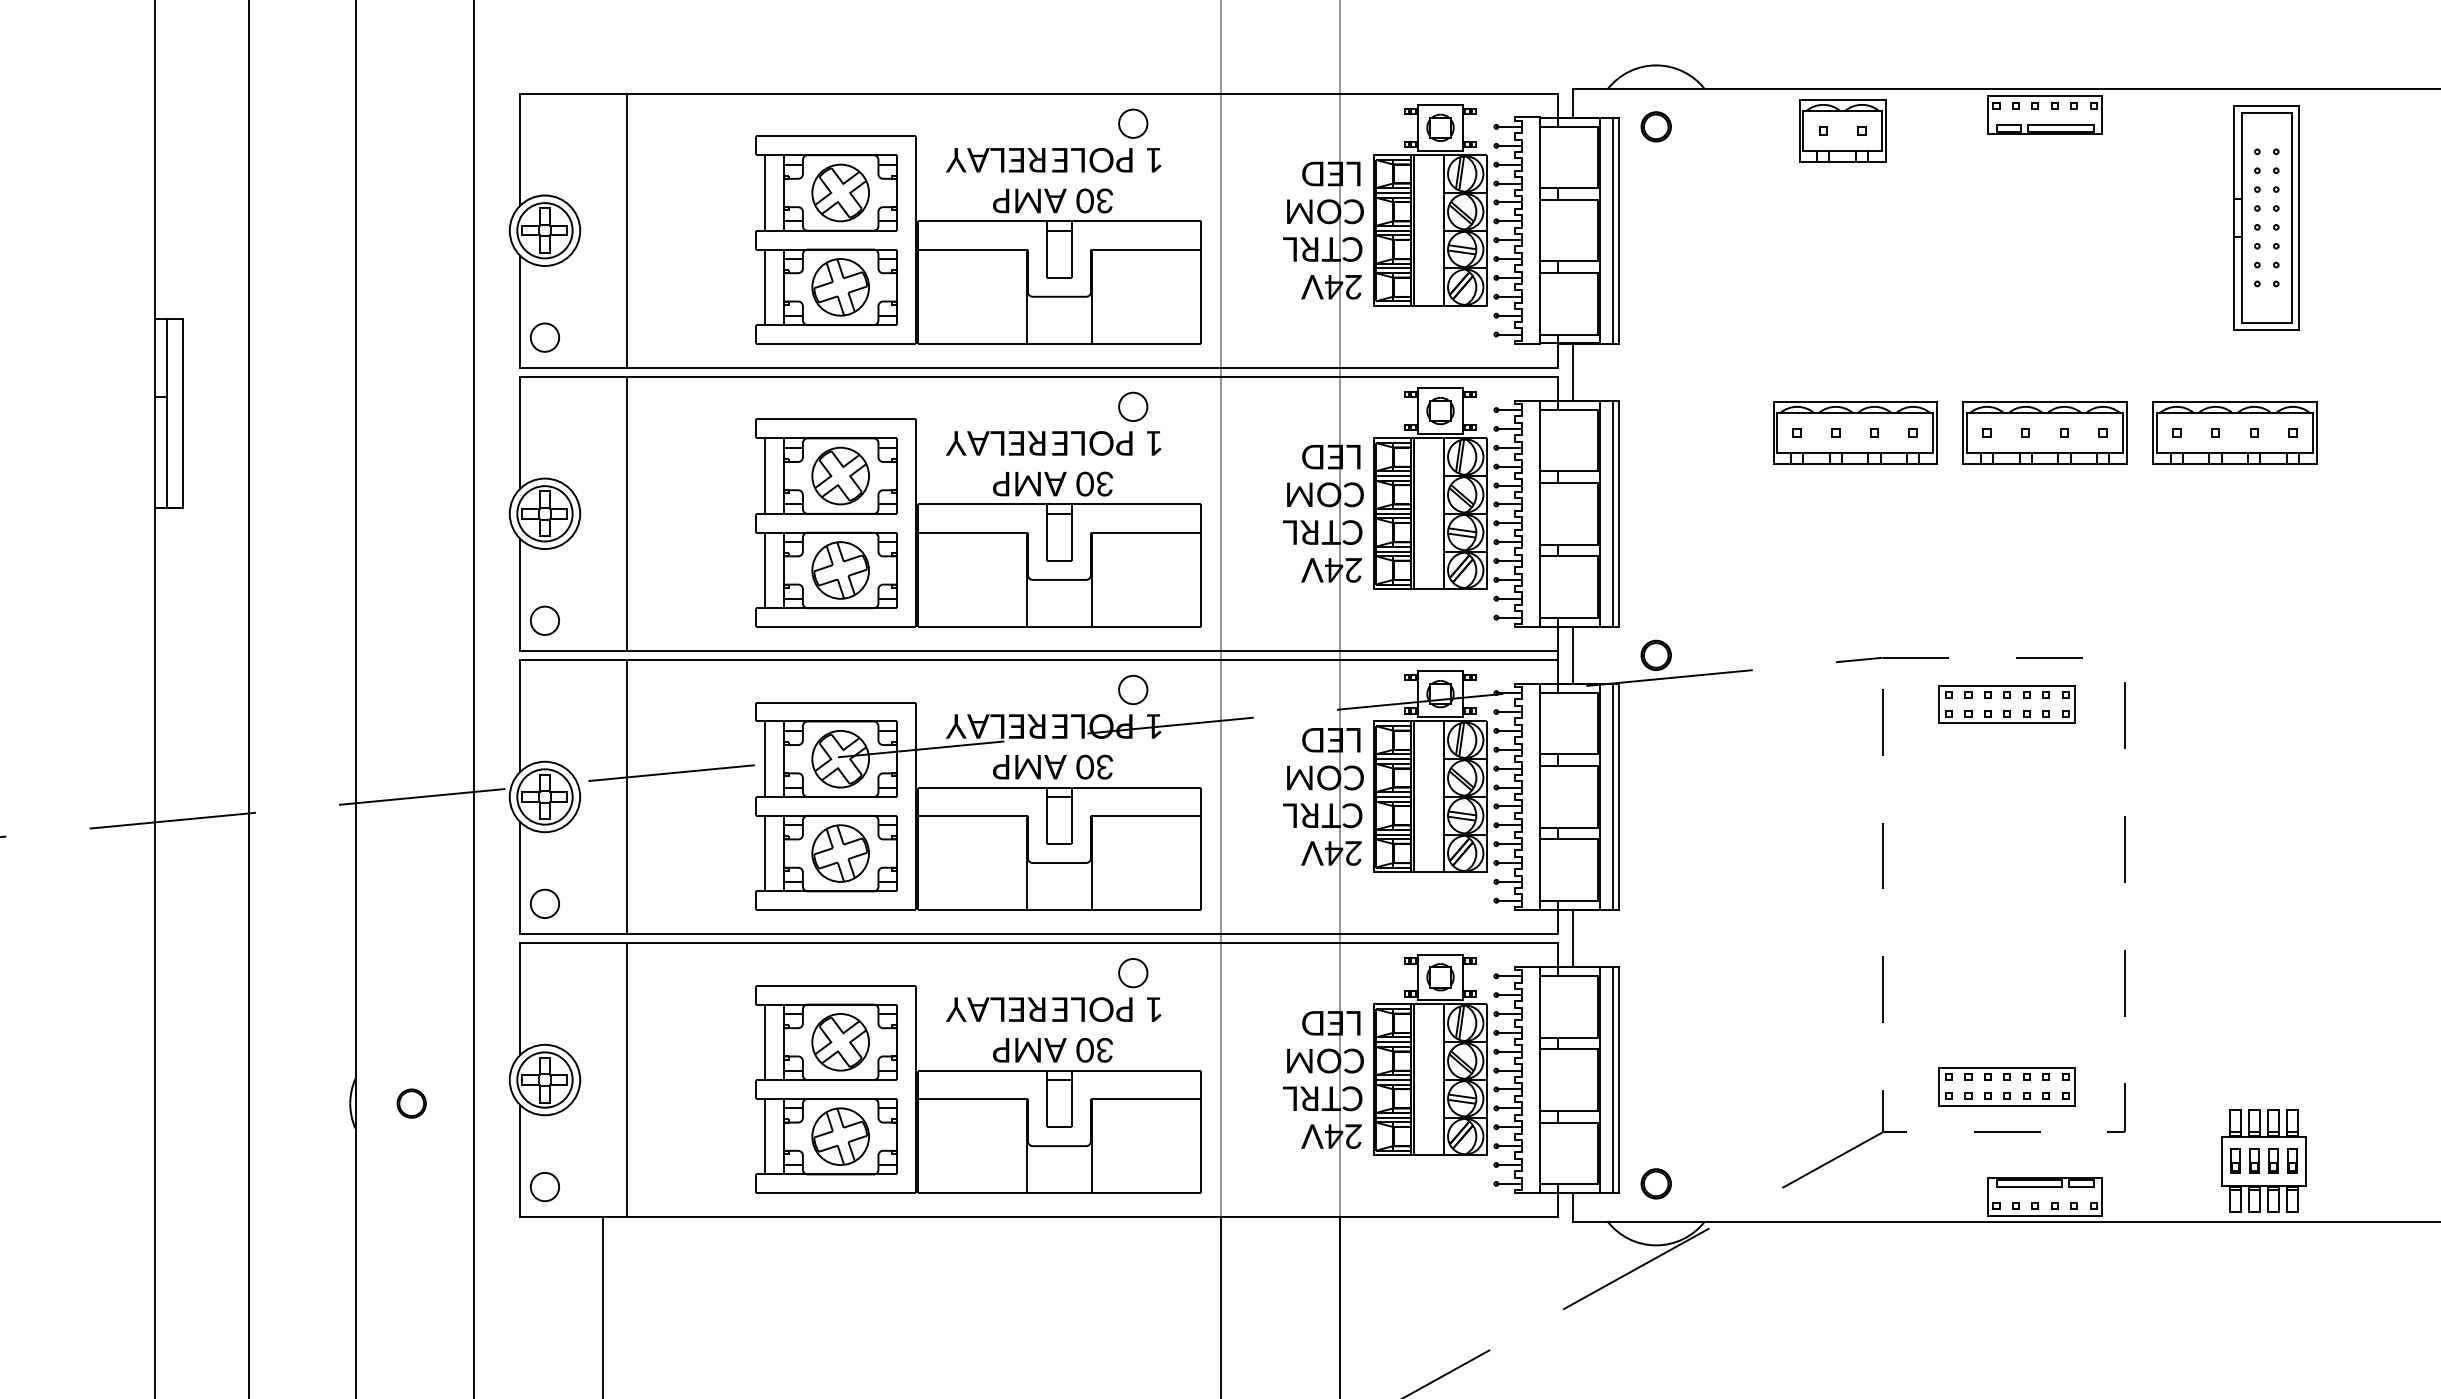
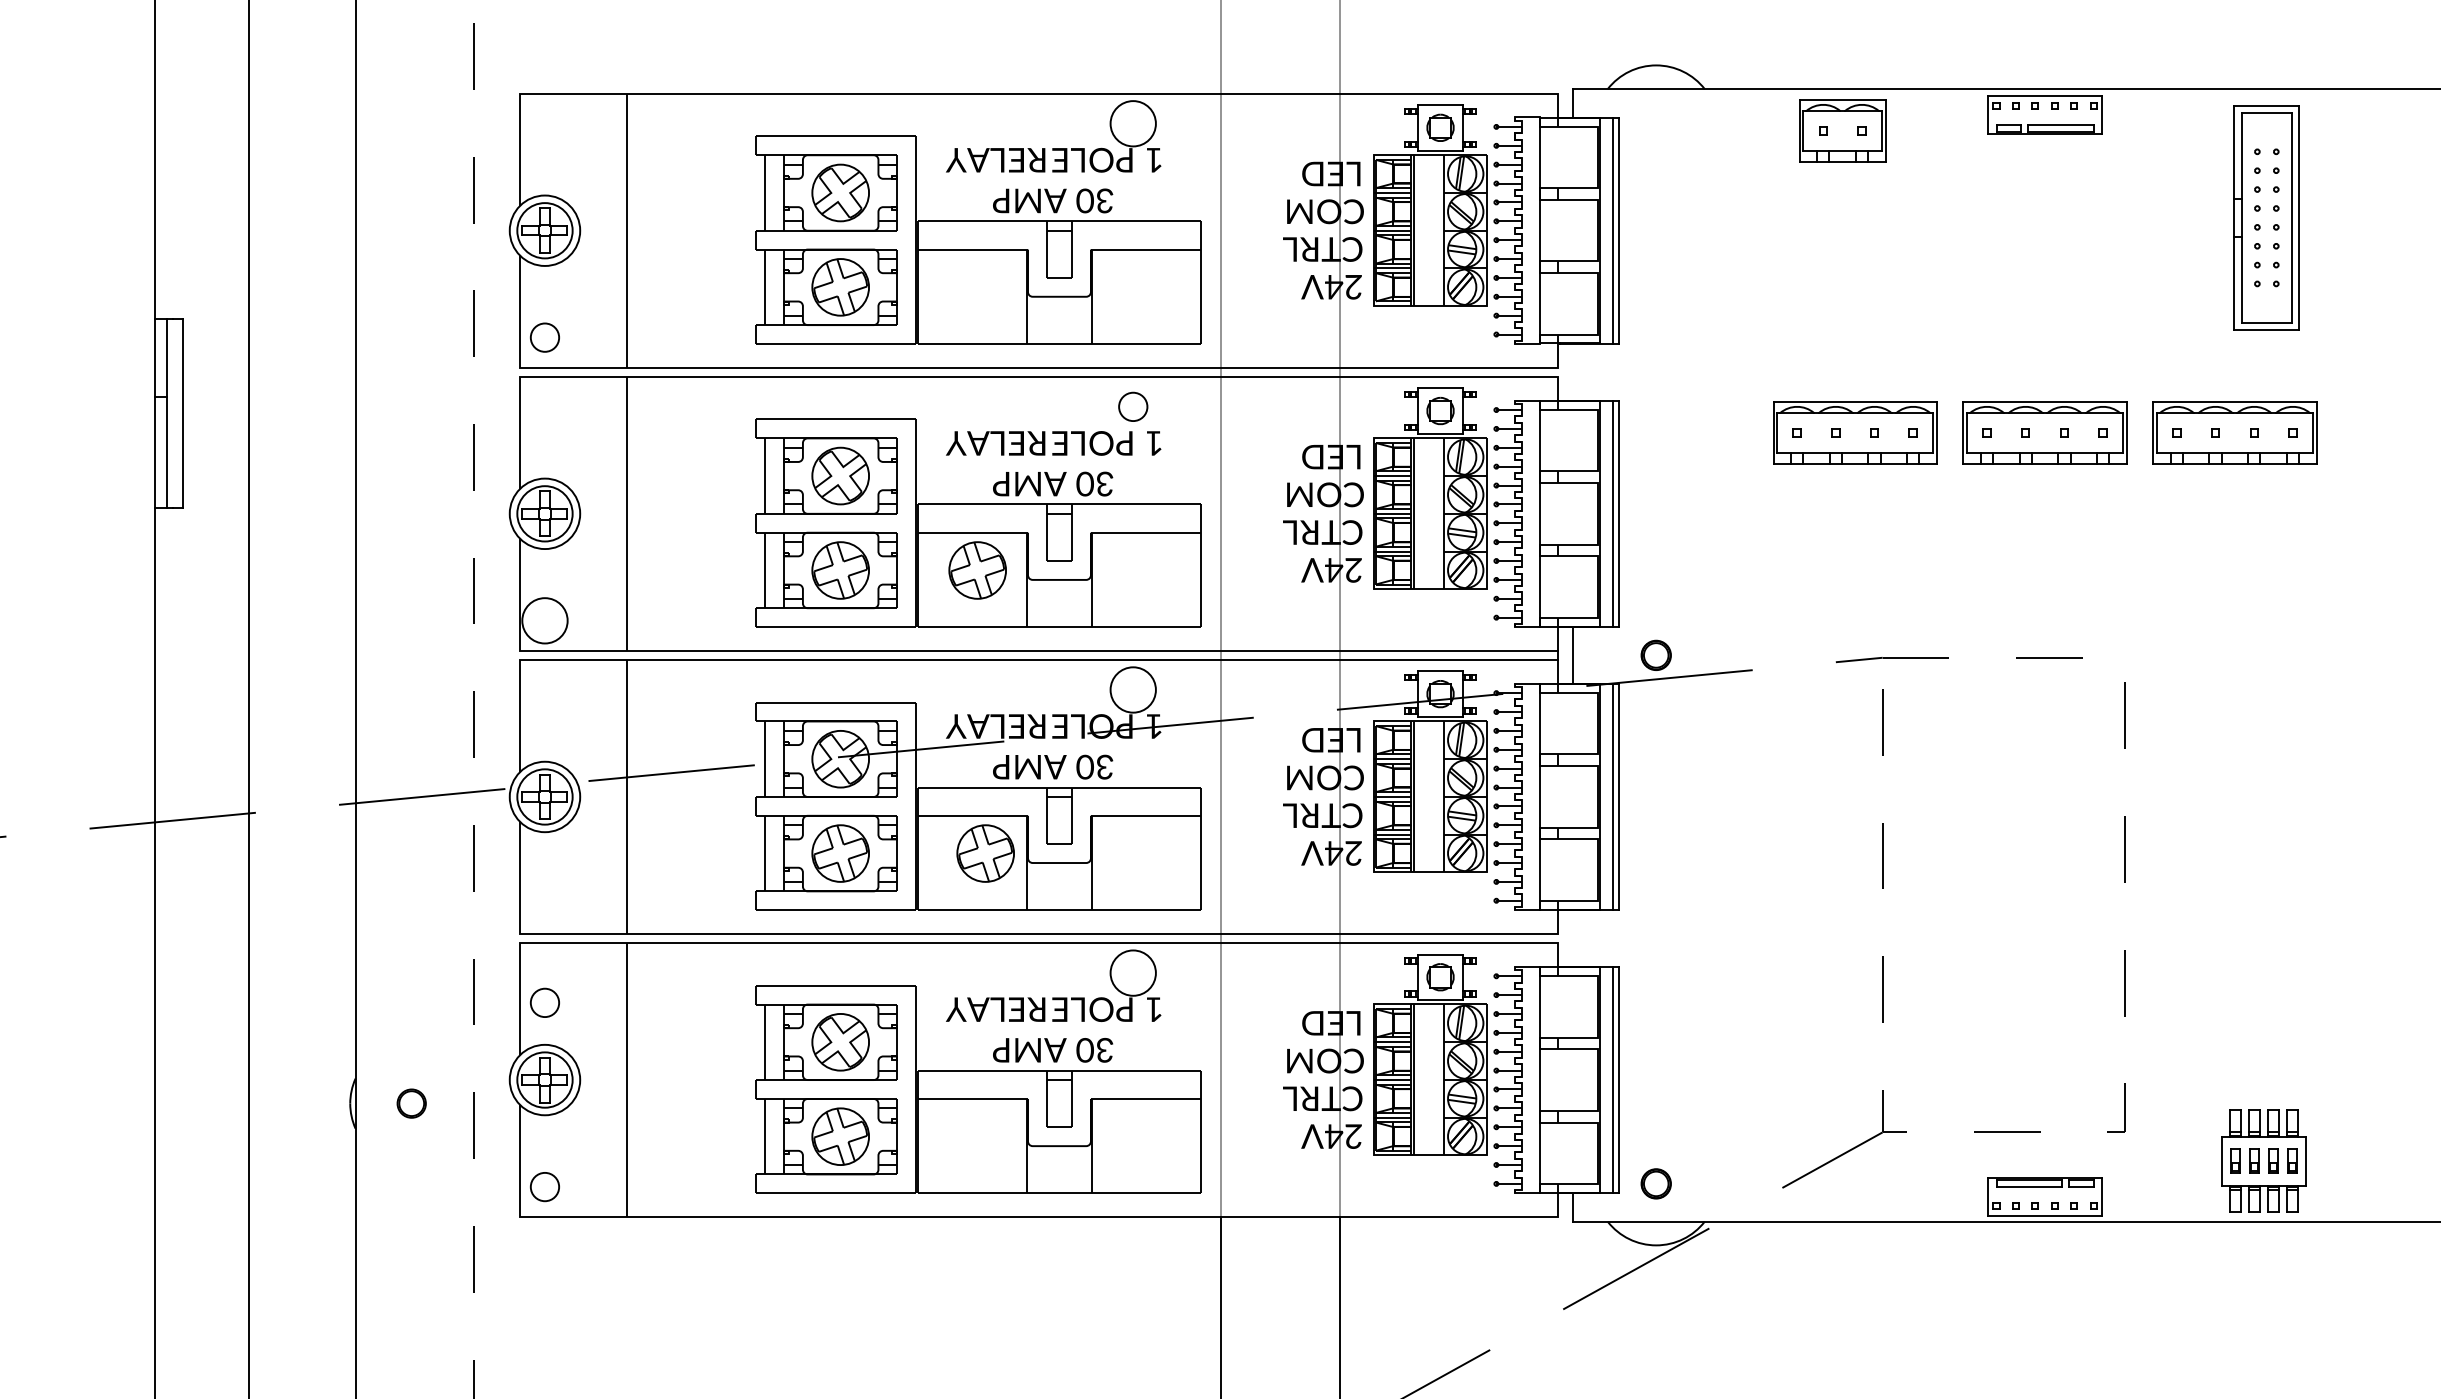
circle at (1133, 123) diameter: 28 px -> 45 px
part at (1655, 126): present -> none
line at (1573, 371): present -> none
part at (977, 570): none -> present
circle at (544, 620) diameter: 28 px -> 45 px
circle at (1133, 689) diameter: 28 px -> 45 px
line at (473, 698): solid -> dashed
part at (2006, 704): present -> none
part at (985, 853): none -> present
circle at (544, 903) position: (544, 903) -> (544, 1002)
line at (1573, 938): present -> none
circle at (1133, 972) diameter: 28 px -> 45 px
part at (2006, 1086): present -> none
line at (603, 1305): present -> none
